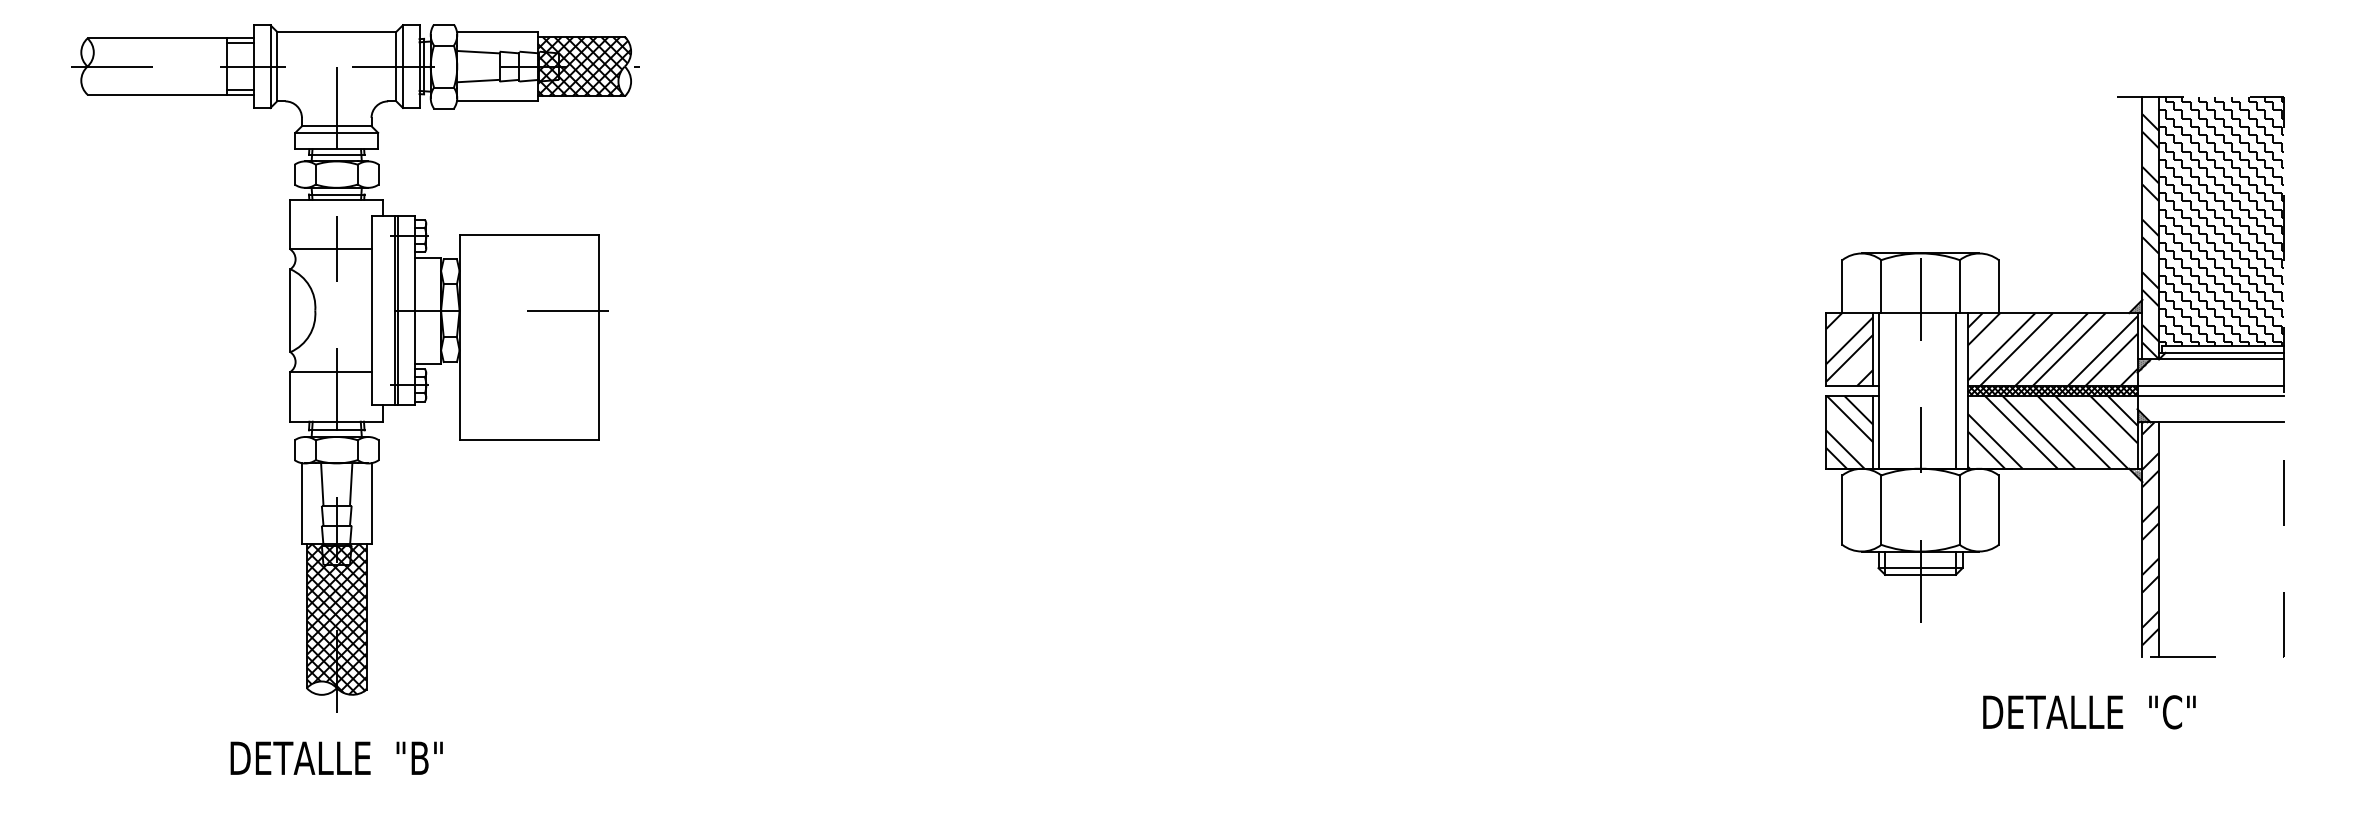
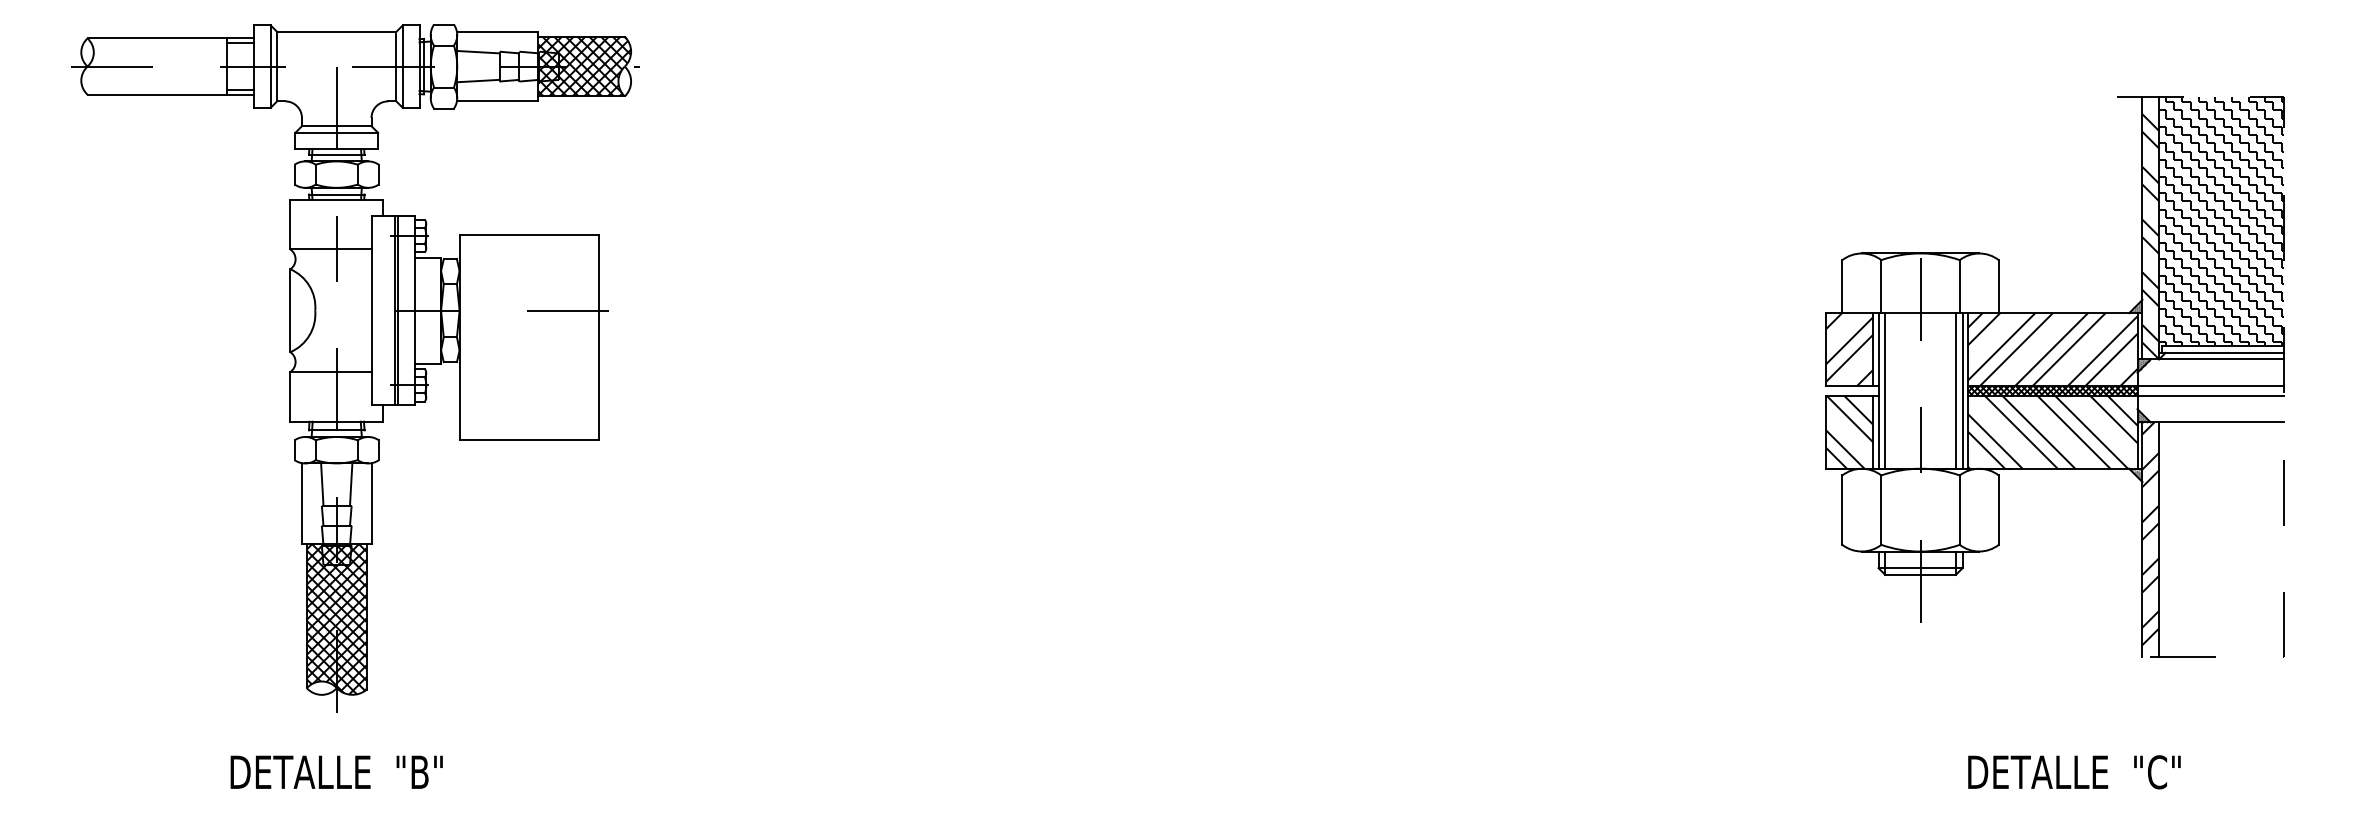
line at (1885, 390): none -> present
line at (1962, 390): none -> present
text at (2089, 712) position: (2089, 712) -> (2074, 772)
text at (336, 757) position: (336, 757) -> (336, 771)
